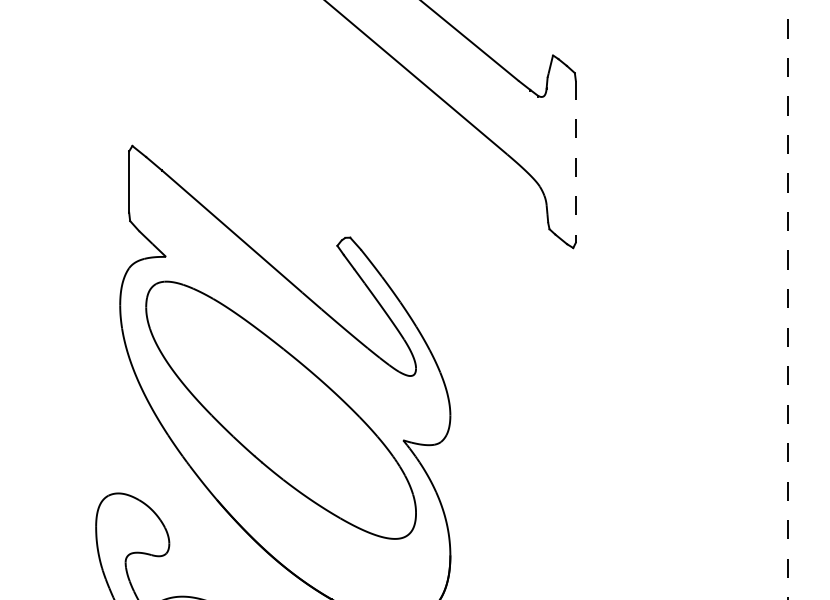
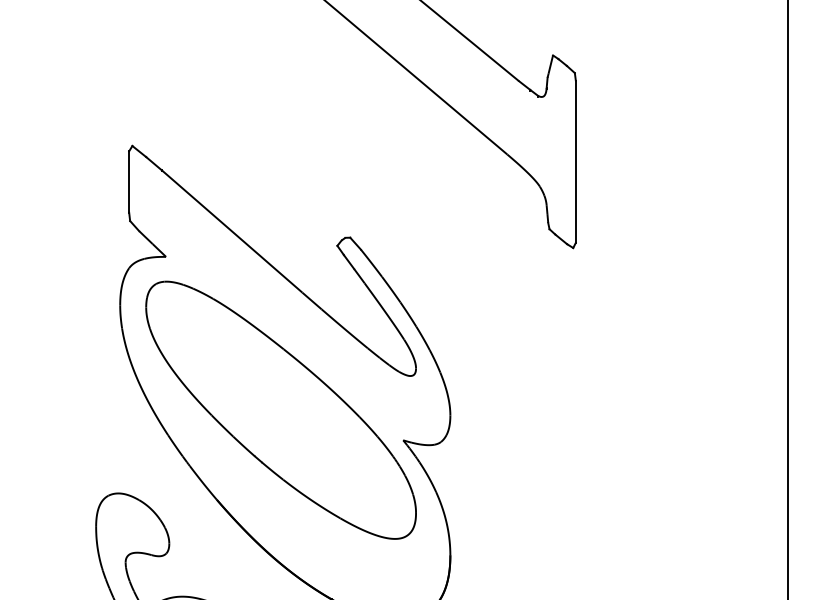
line at (575, 162): dashed -> solid
line at (787, 300): dashed -> solid
